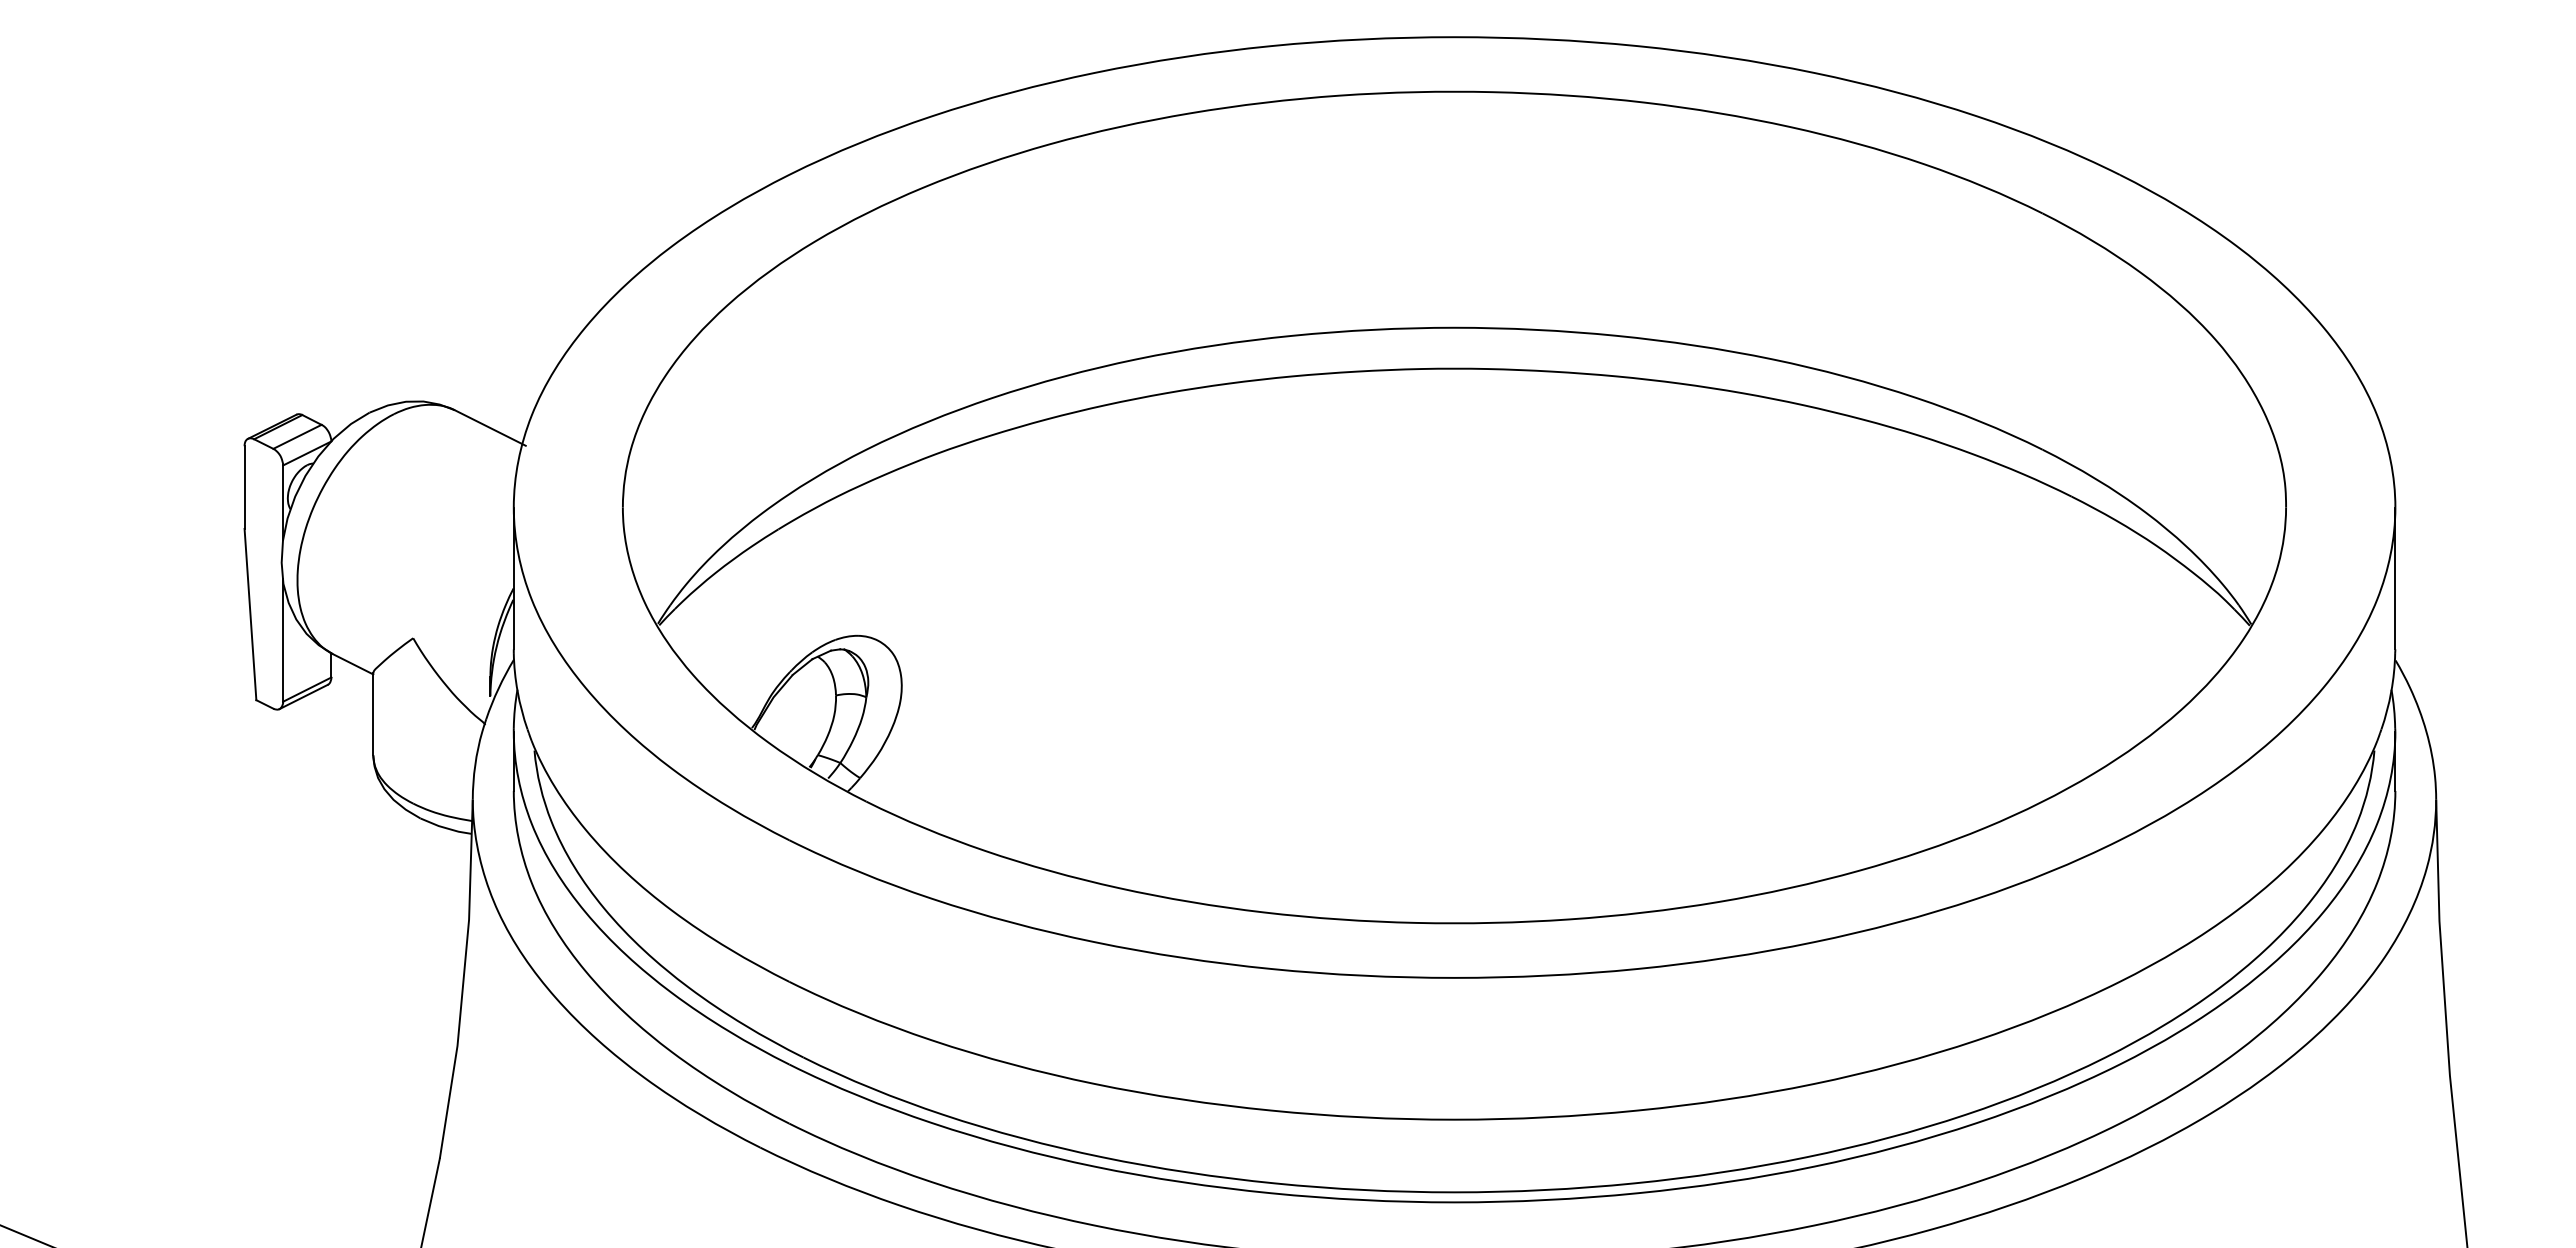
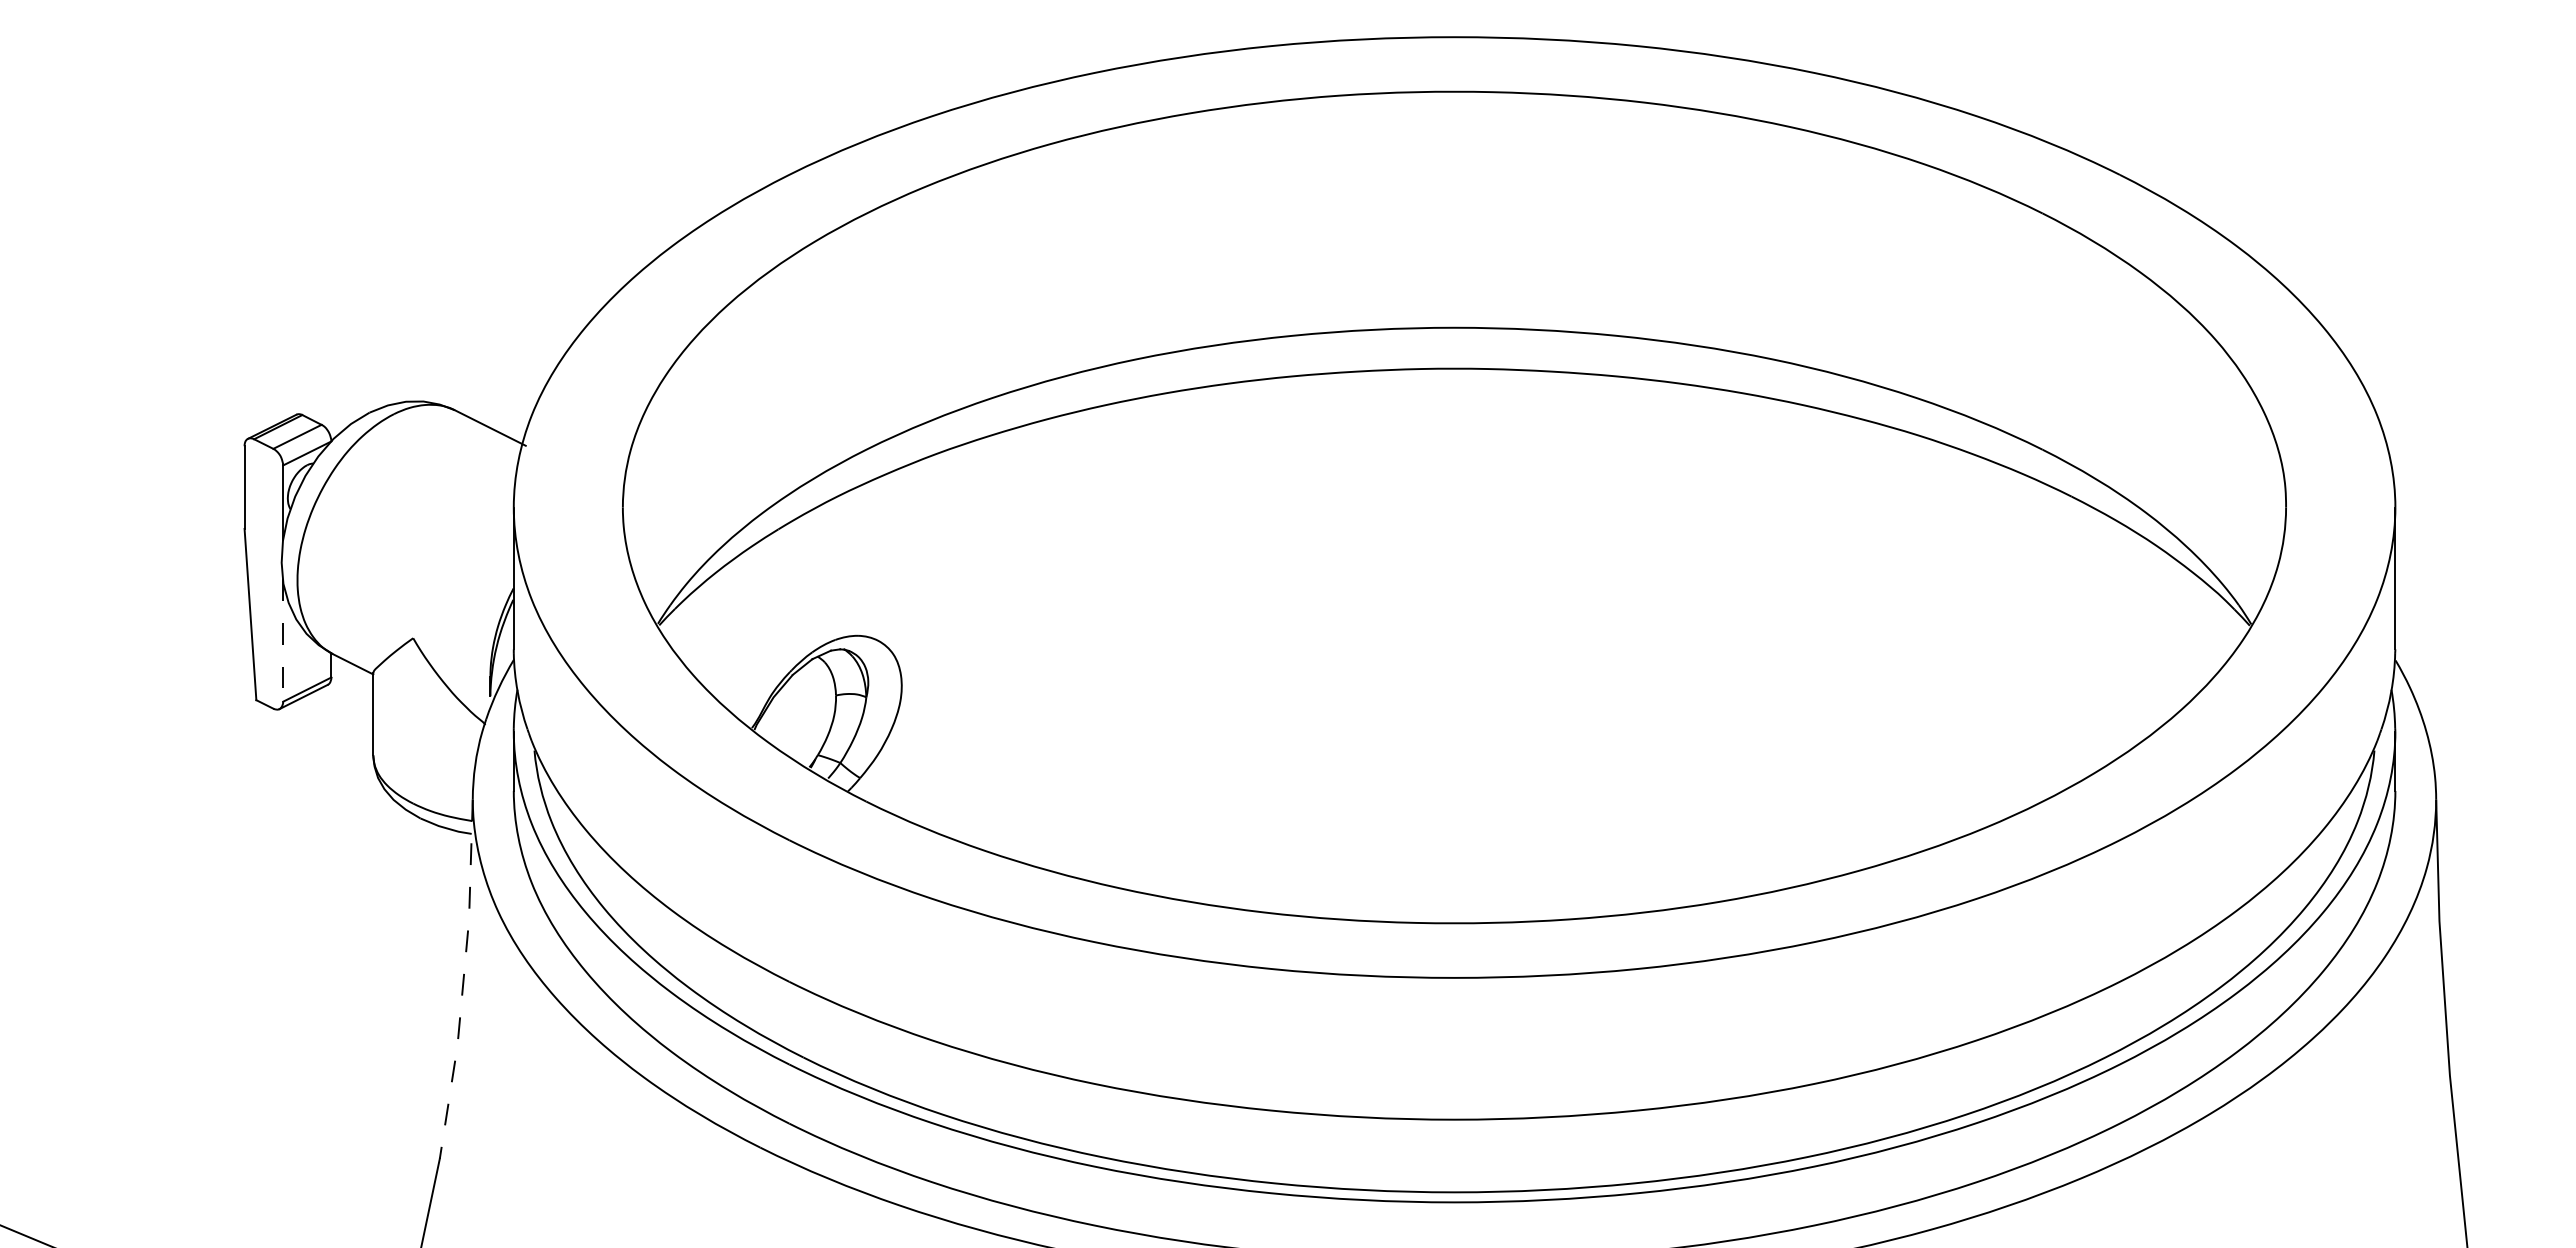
line at (283, 641): solid -> dashed
line at (463, 980): solid -> dashed
